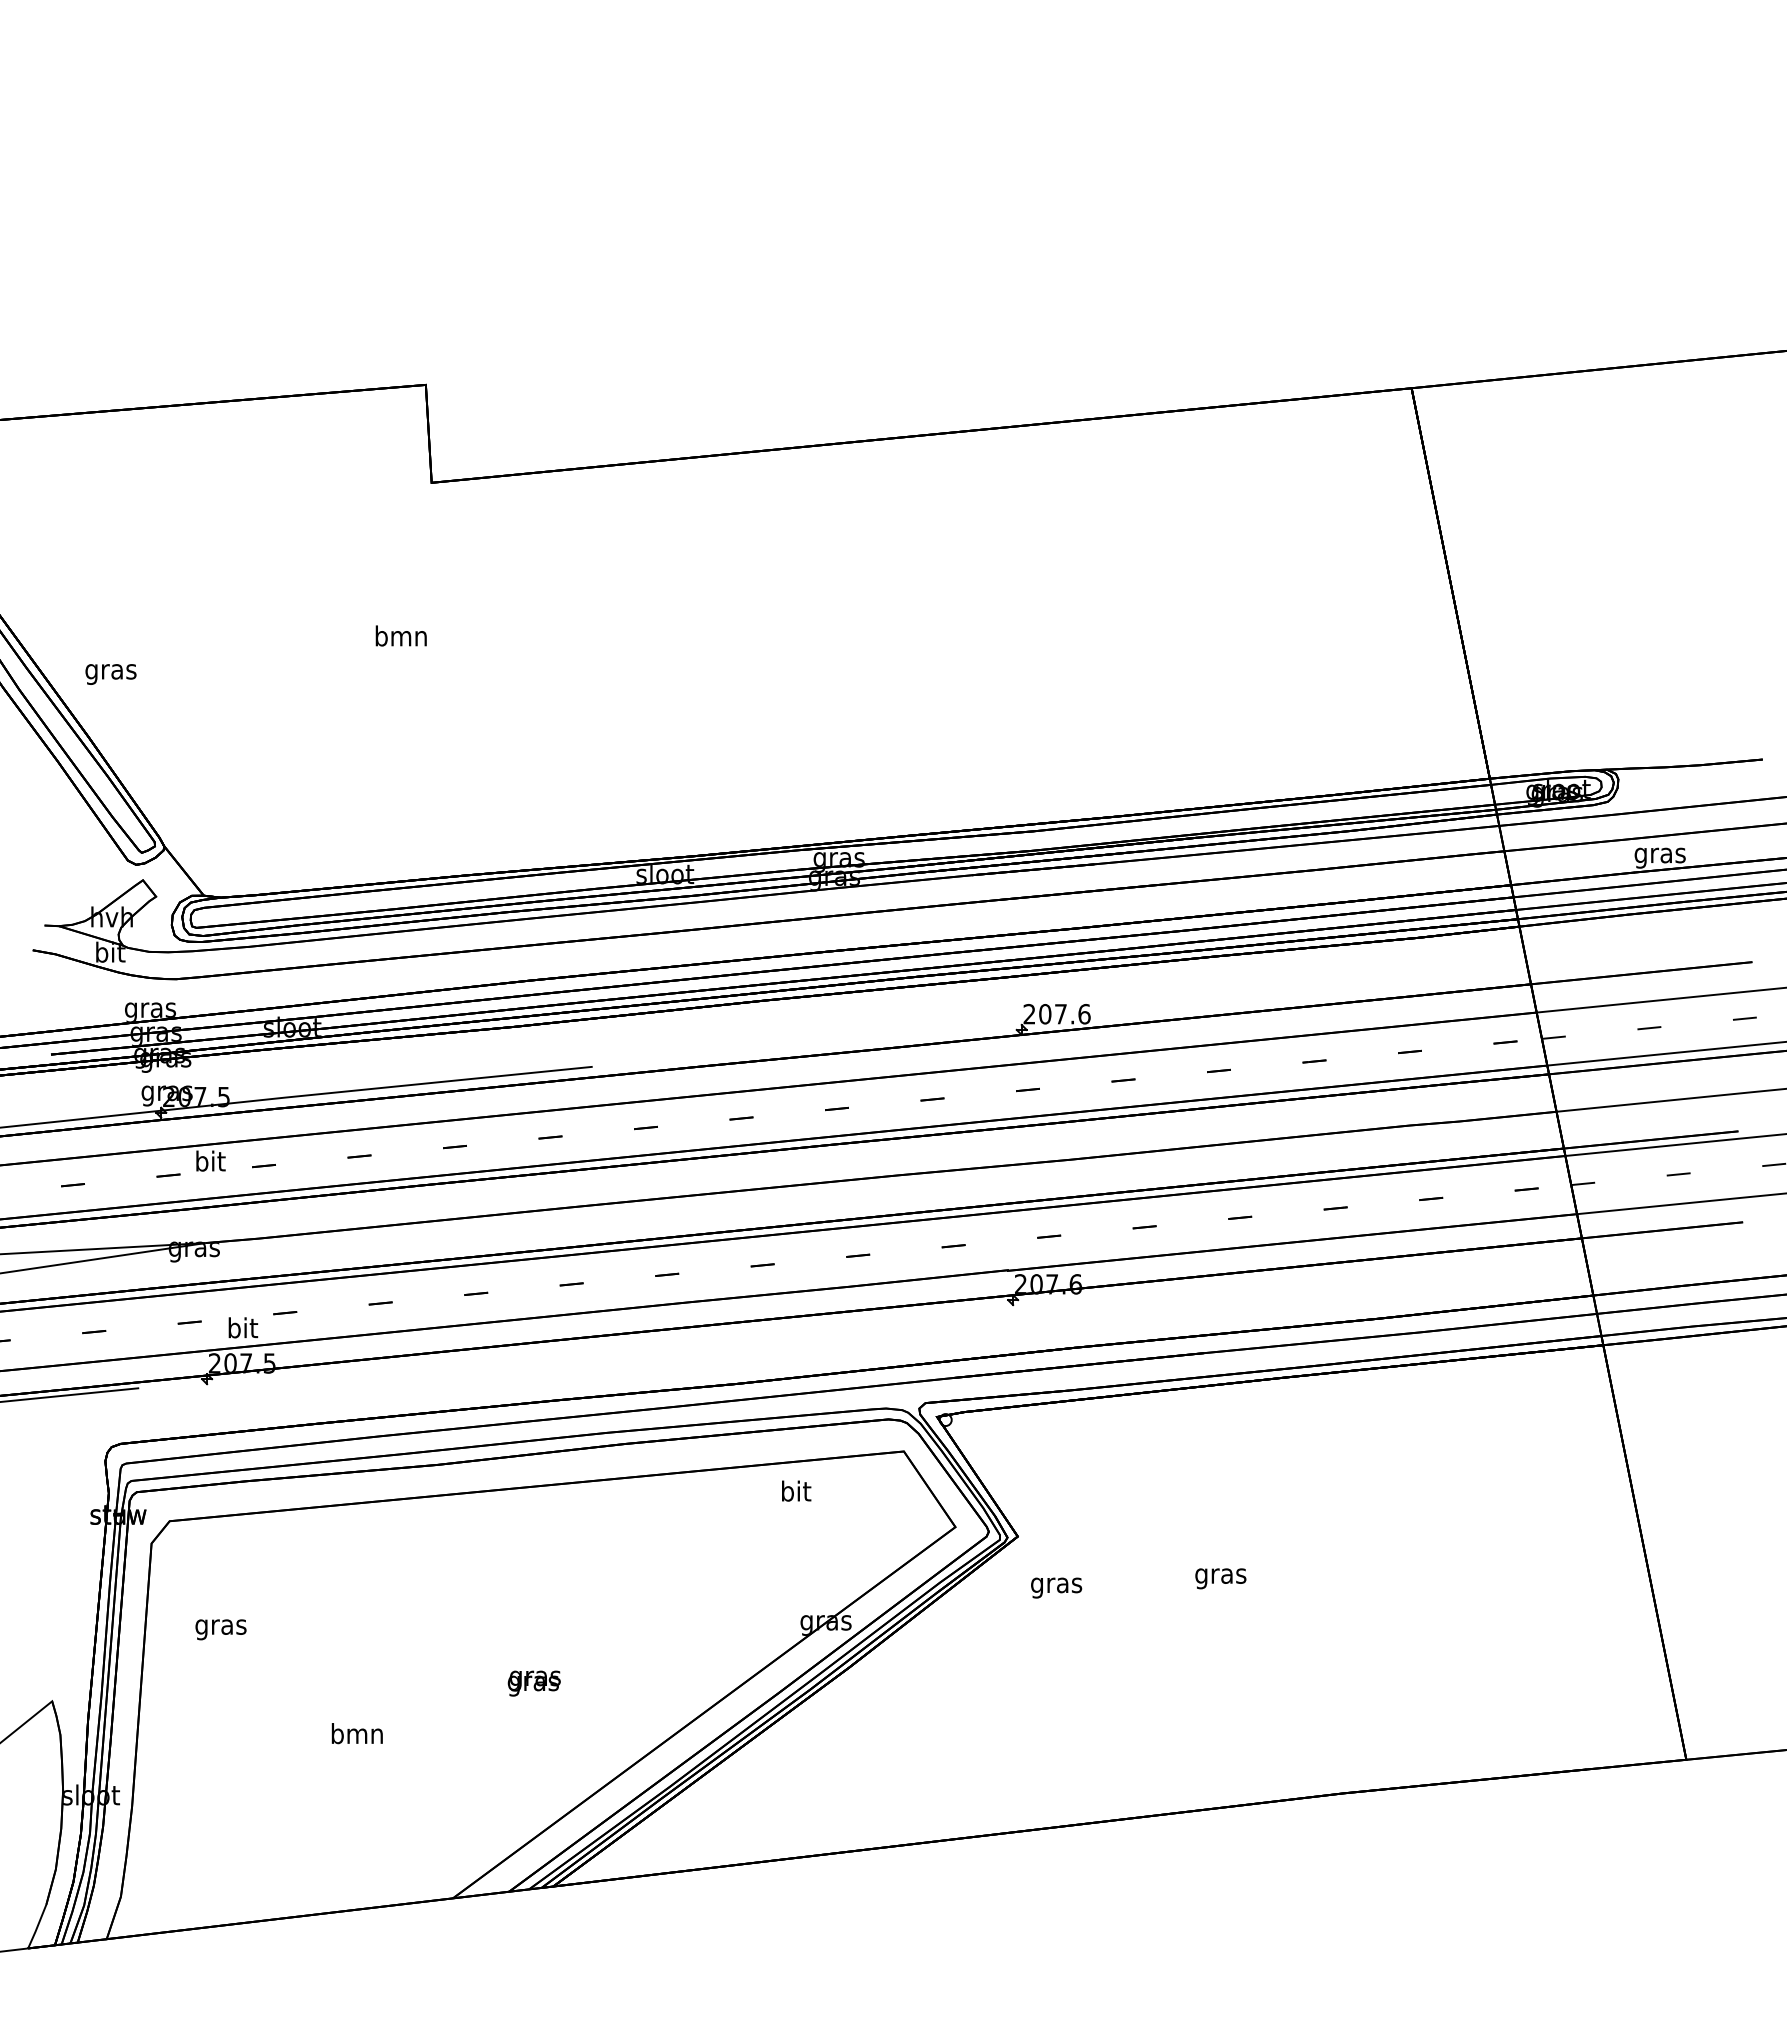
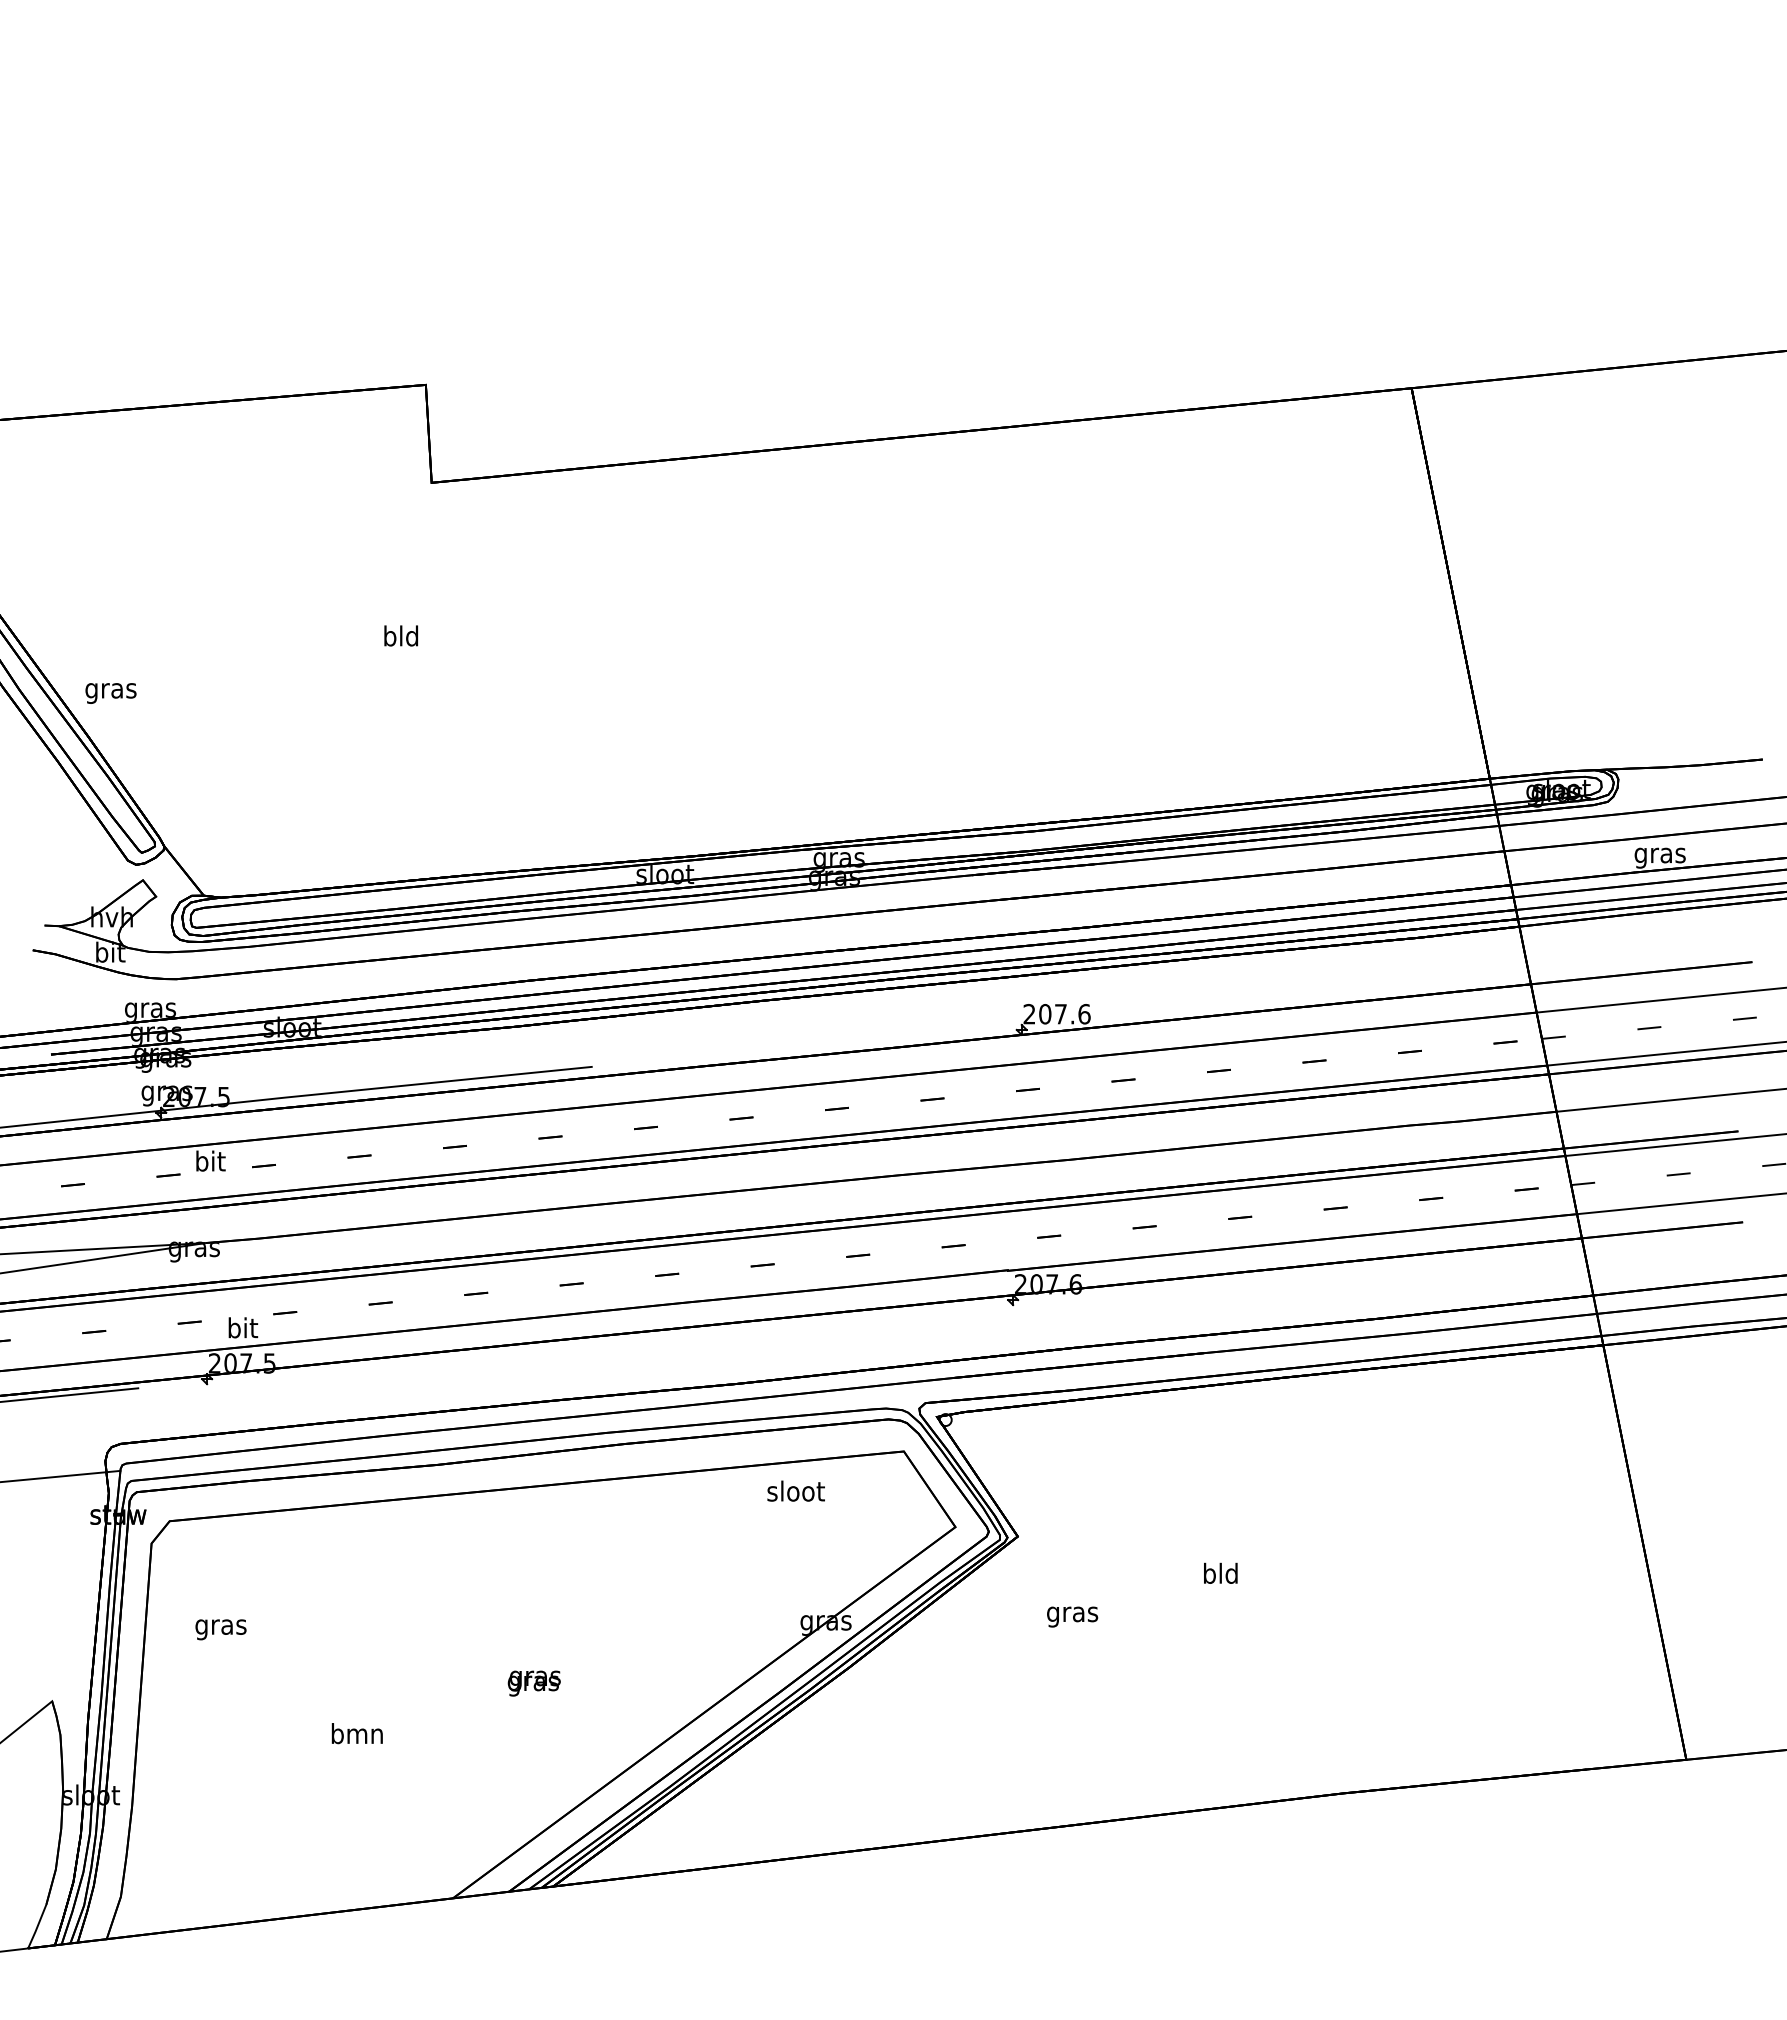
text at (400, 635): bmn -> bld
text at (110, 674) position: (110, 674) -> (110, 693)
line at (61, 1475): none -> present
text at (795, 1490): bit -> sloot
text at (1220, 1575): gras -> bld
text at (1056, 1587) position: (1056, 1587) -> (1072, 1616)
